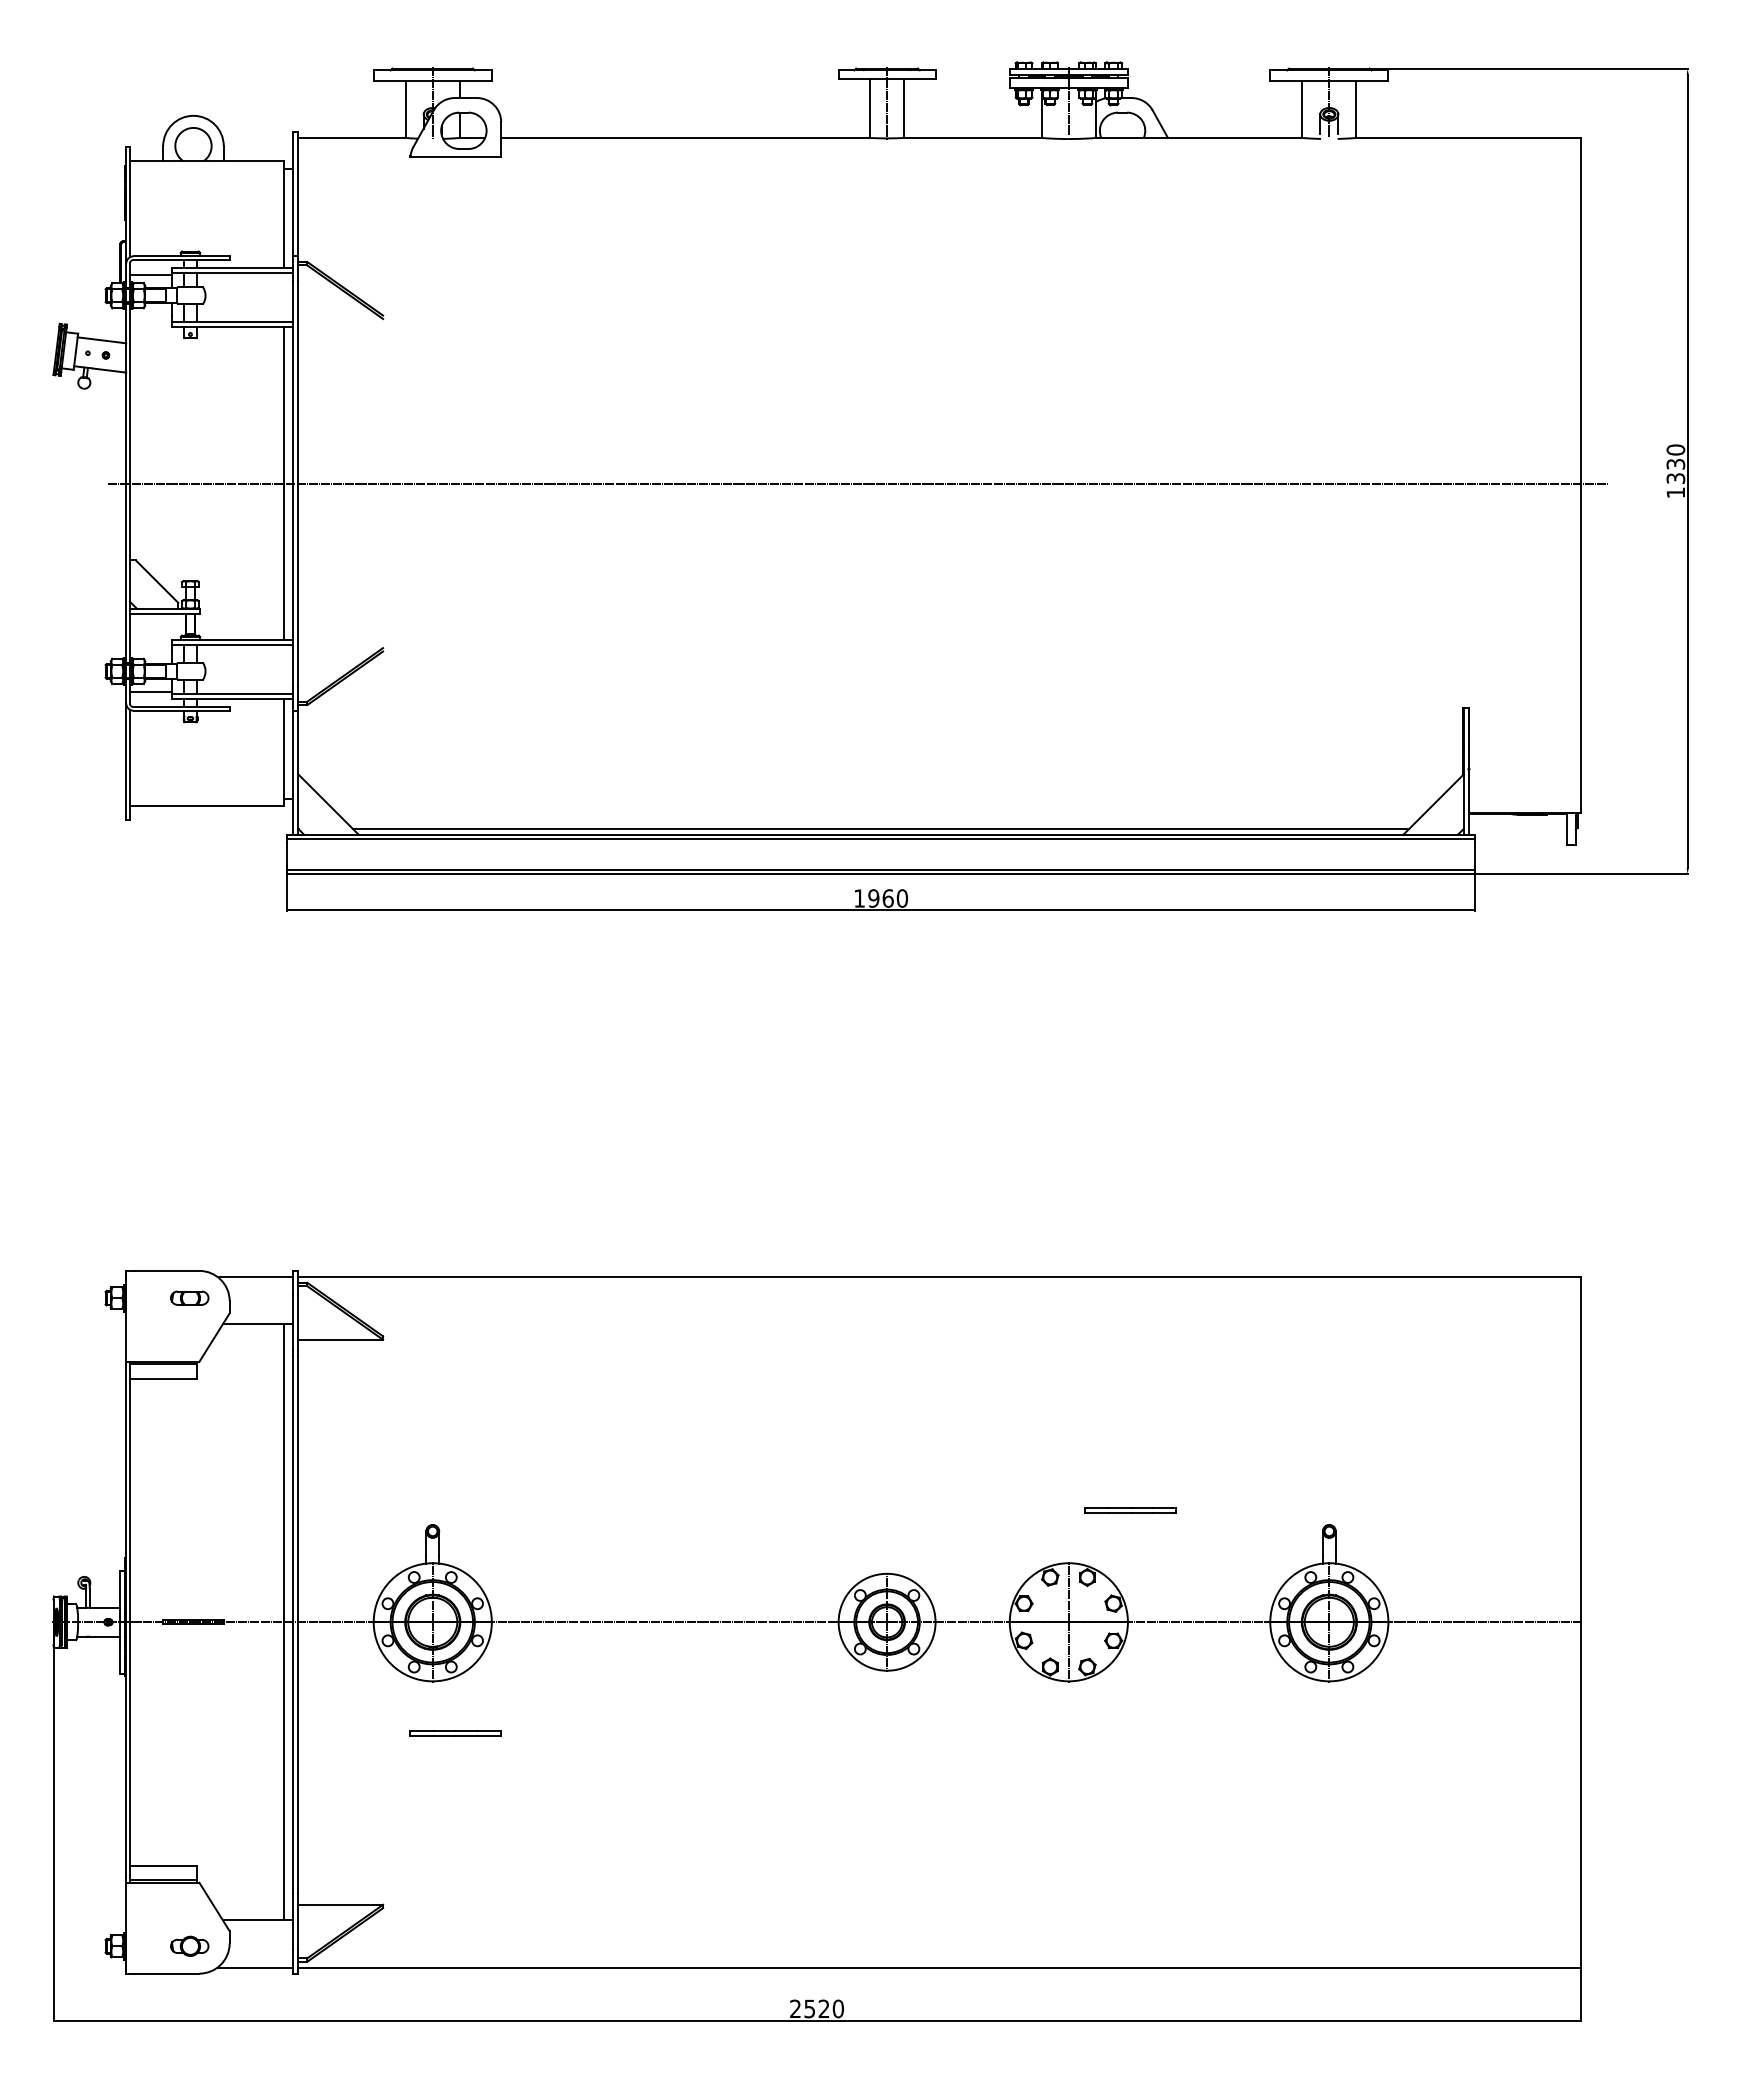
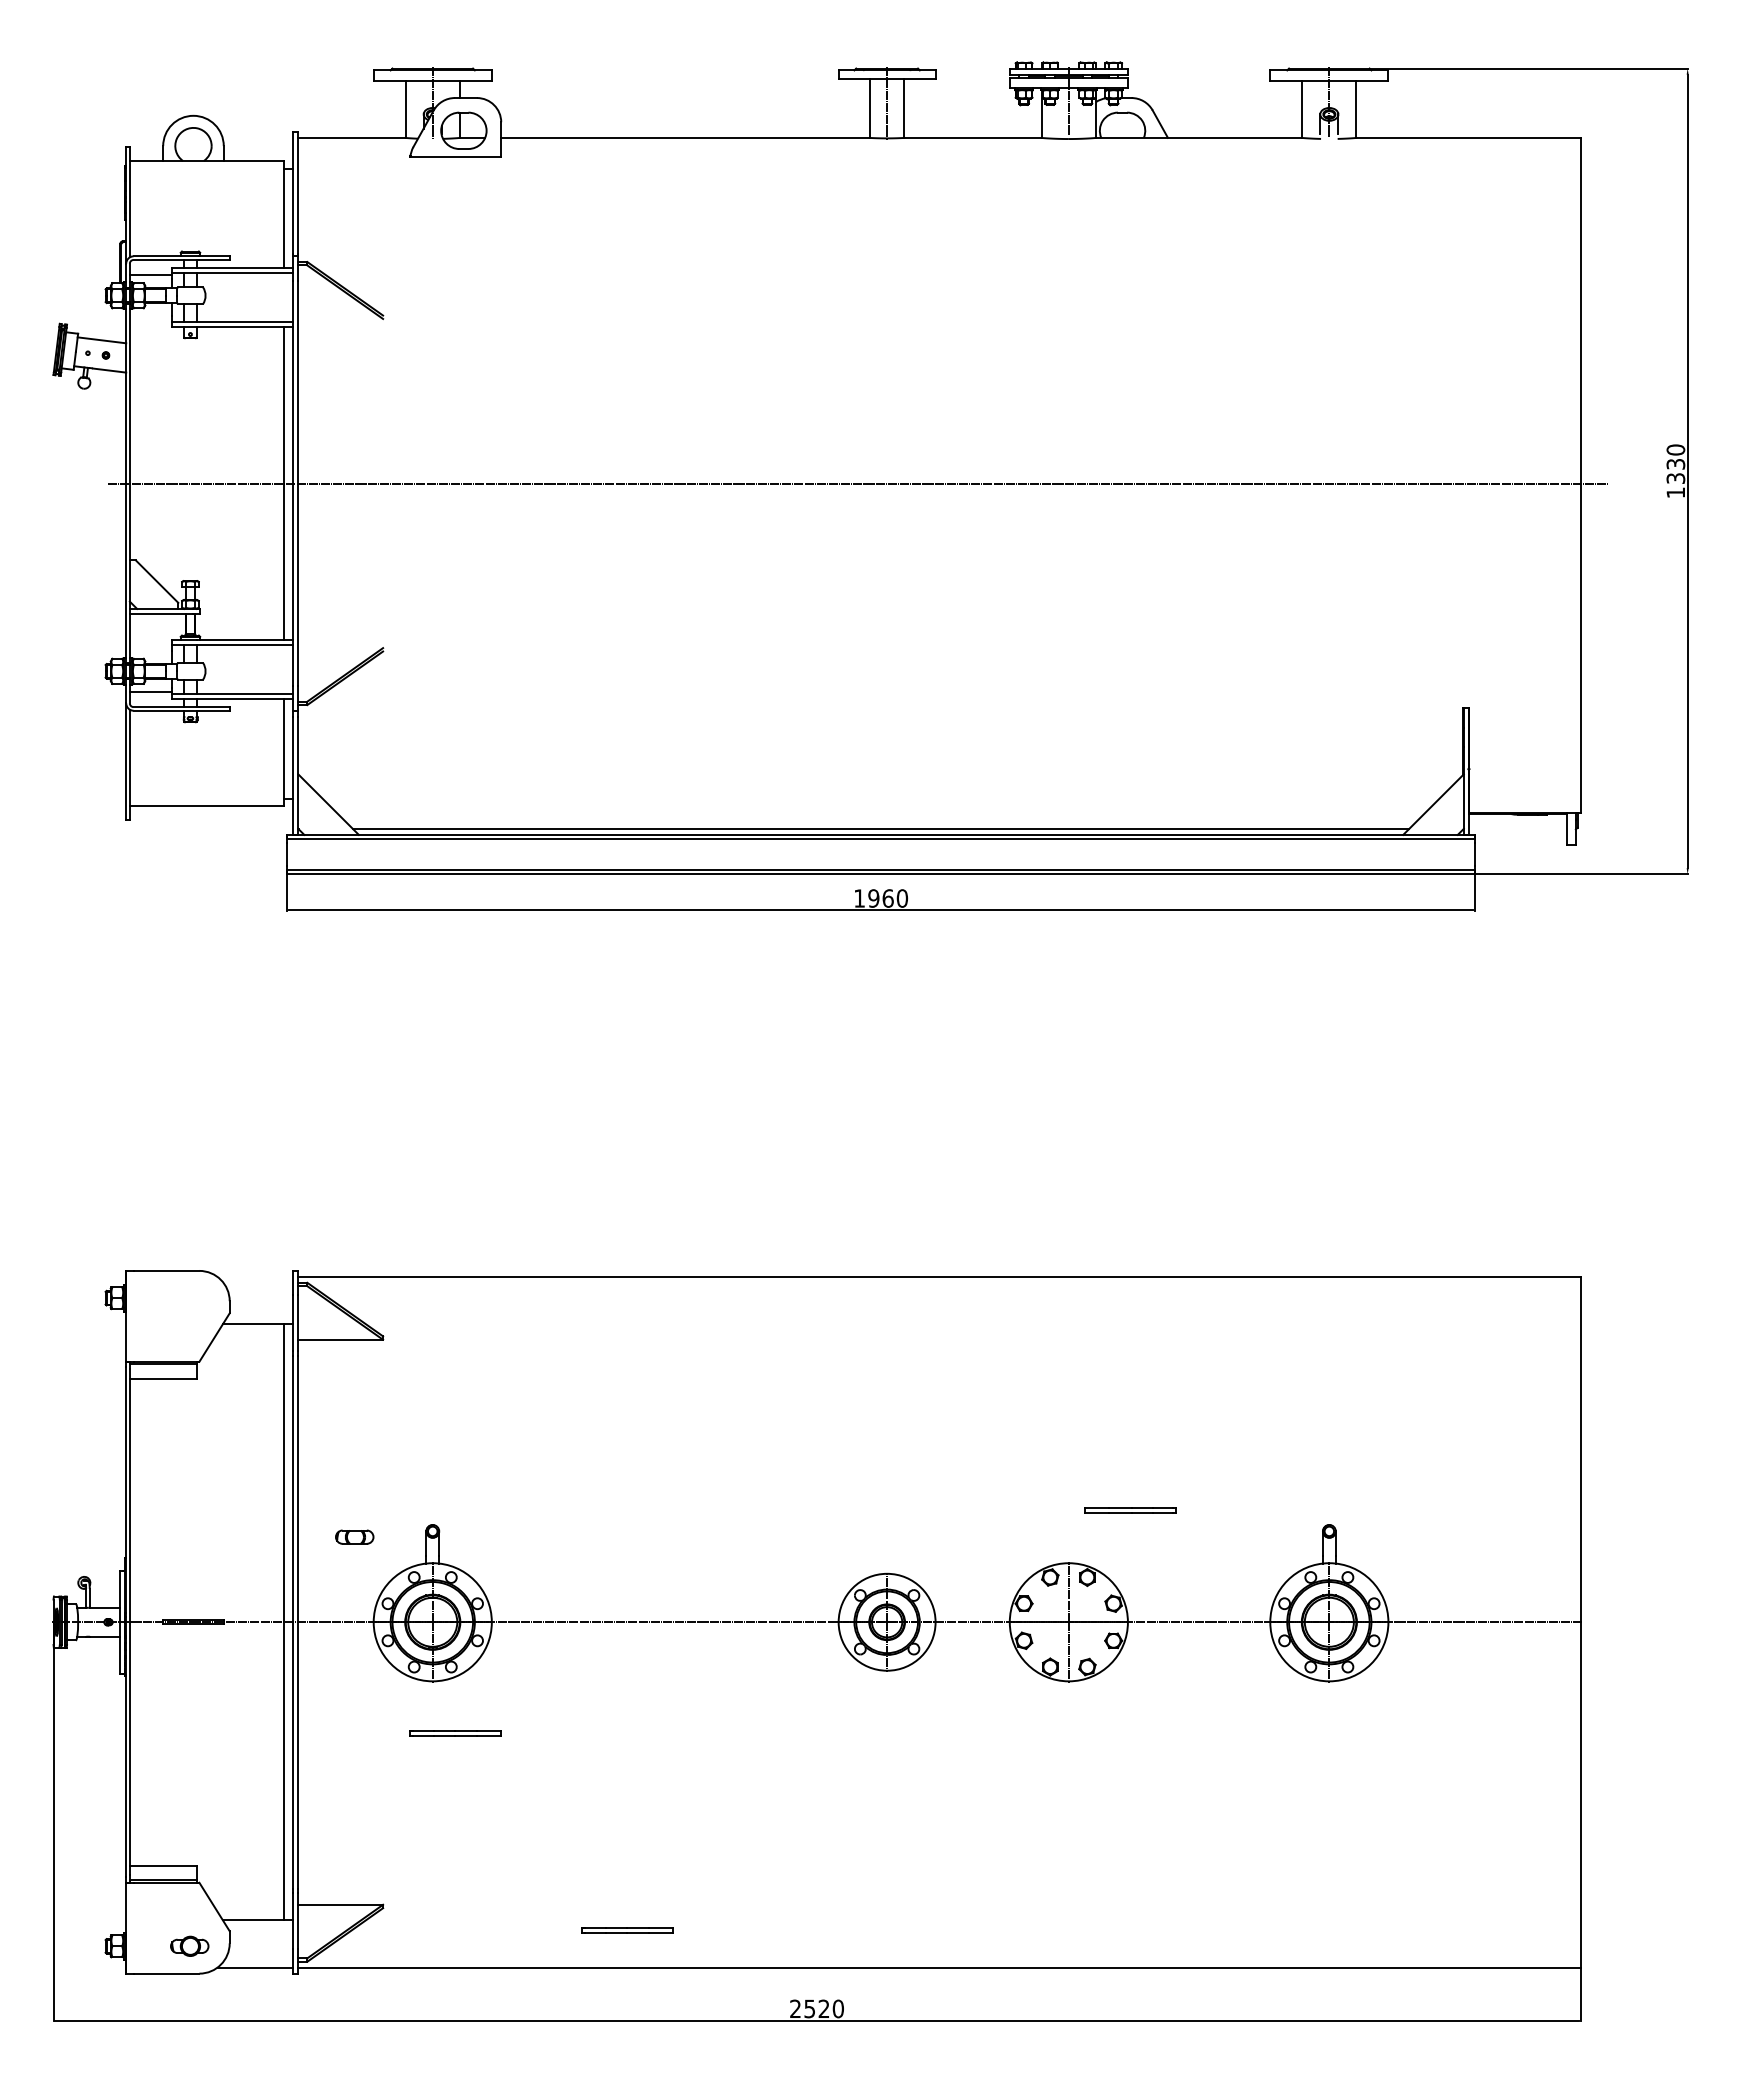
line at (255, 1276): present -> none
part at (189, 1297) position: (189, 1297) -> (354, 1536)
part at (627, 1930): none -> present
